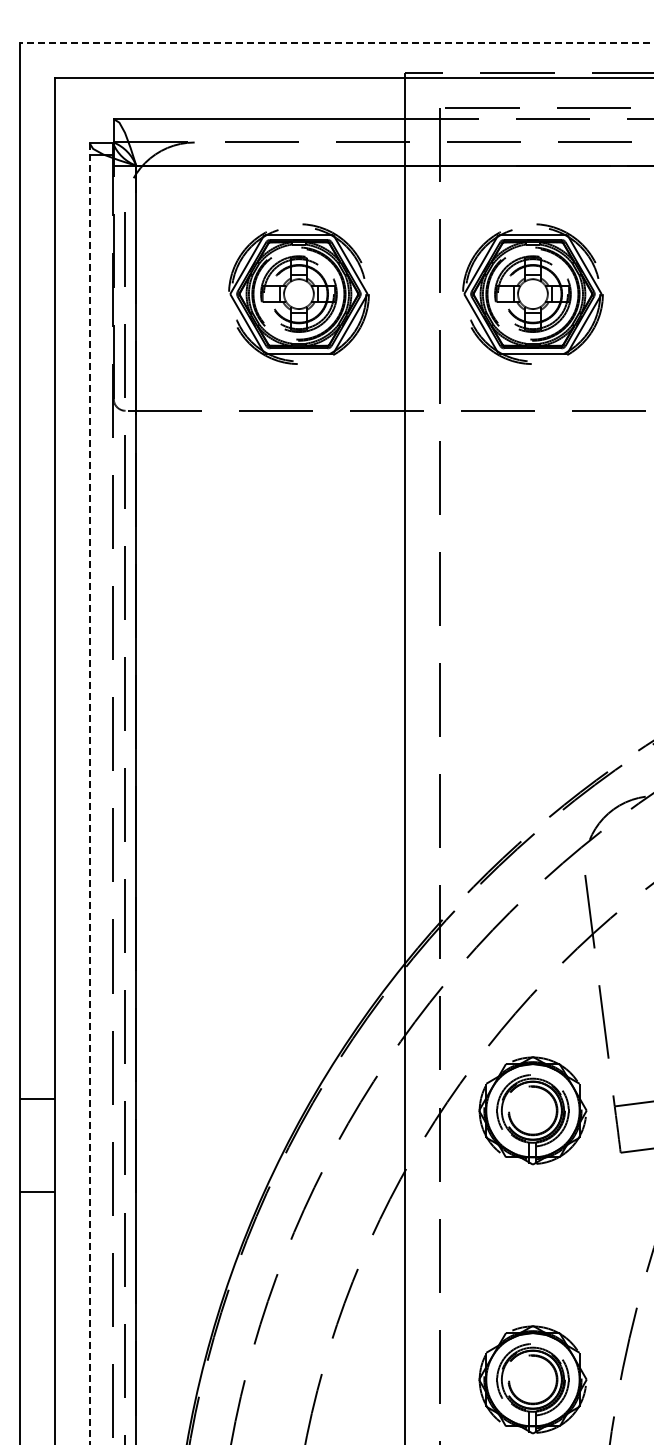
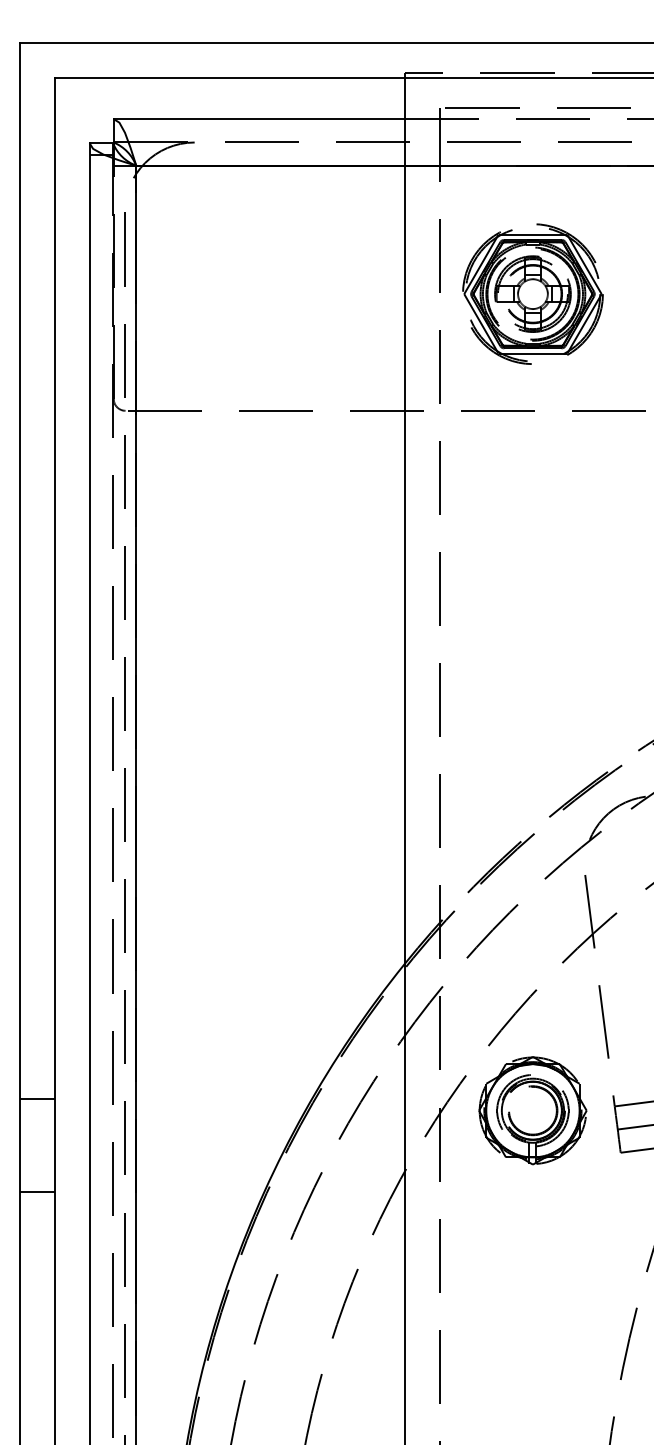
line at (335, 43): dashed -> solid
part at (298, 293): present -> none
line at (89, 794): dashed -> solid
line at (633, 1127): none -> present
part at (532, 1379): present -> none
